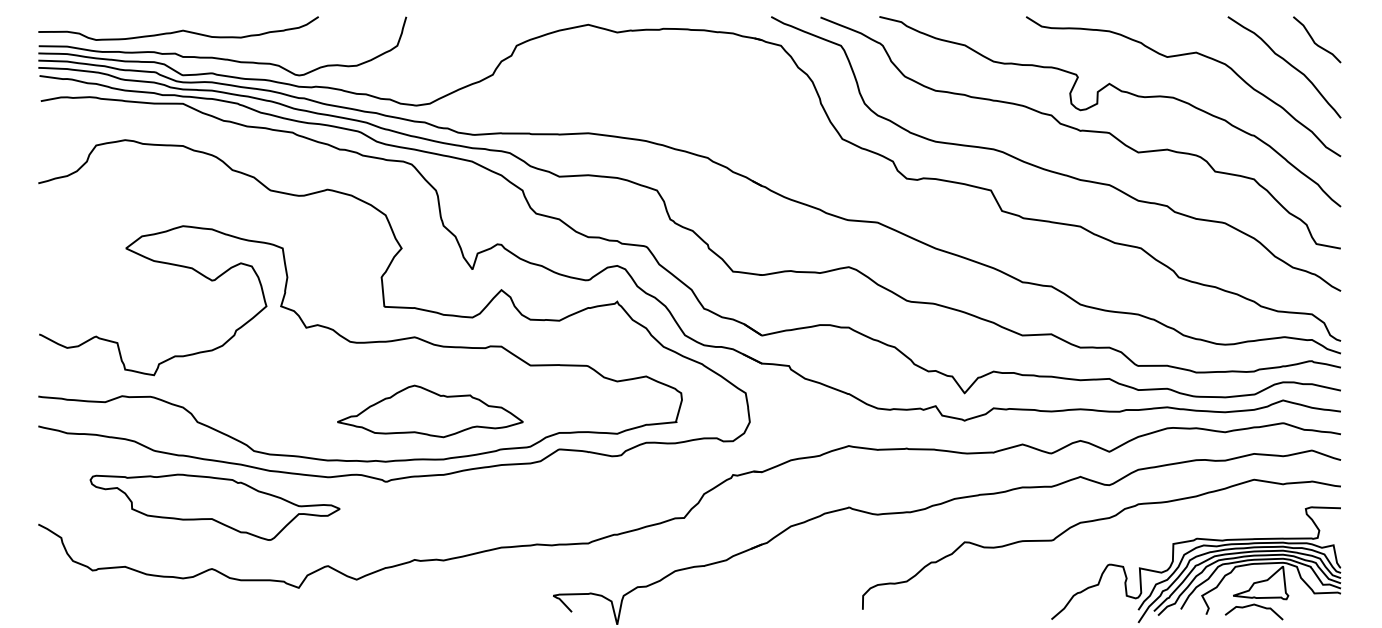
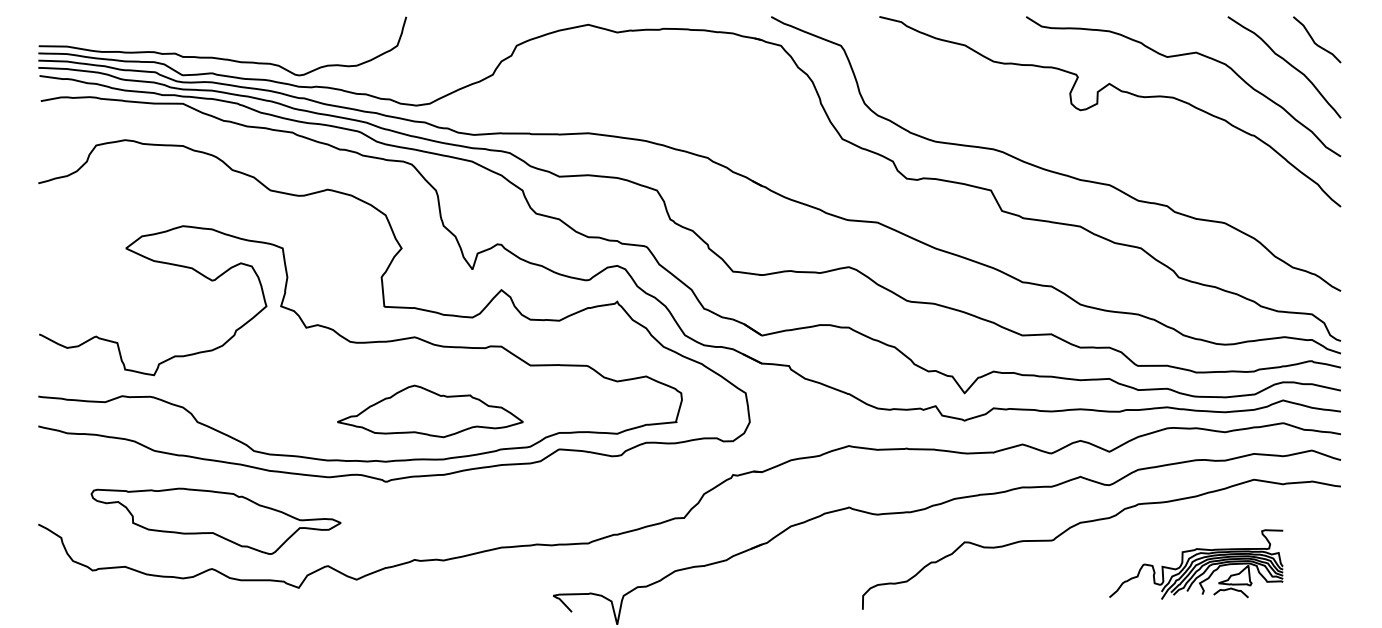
curve at (178, 30): present -> none
curve at (1080, 131): present -> none
part at (214, 506) position: (214, 506) -> (215, 520)
part at (1196, 564) size: 291x117 px -> 175x71 px
